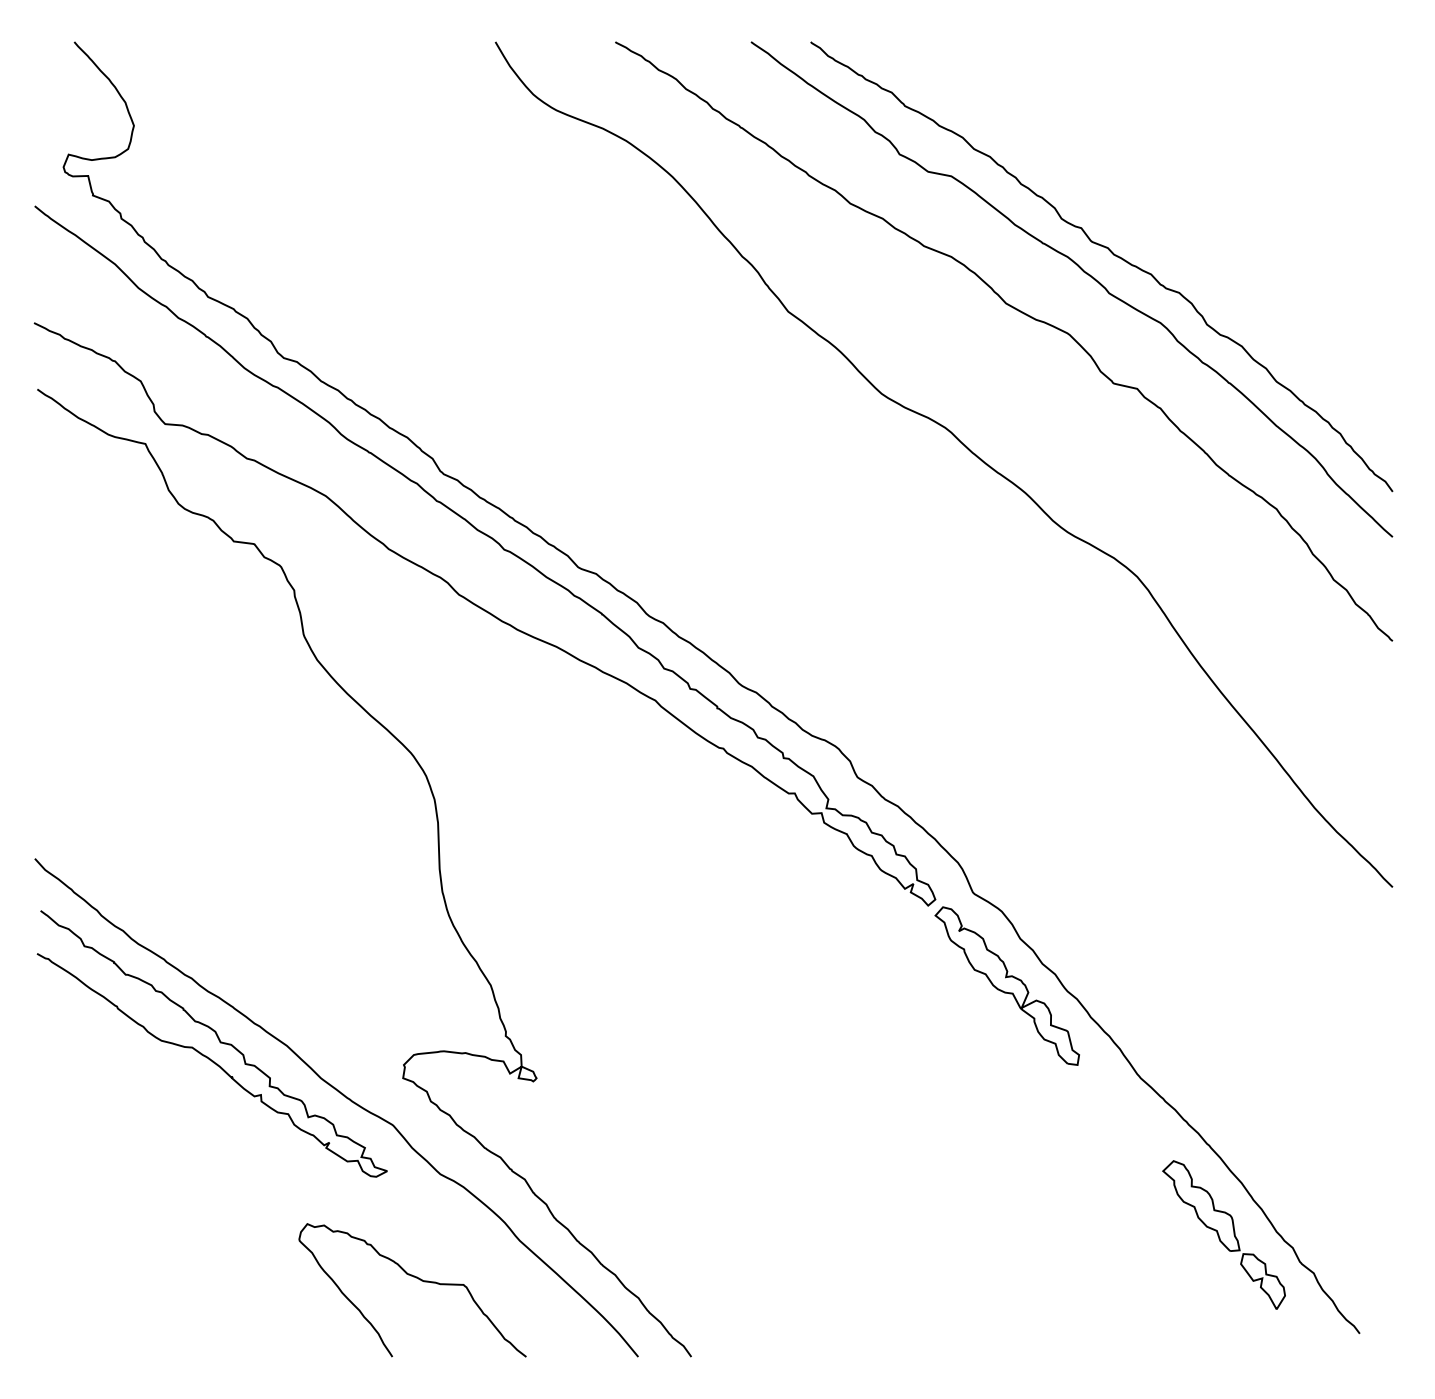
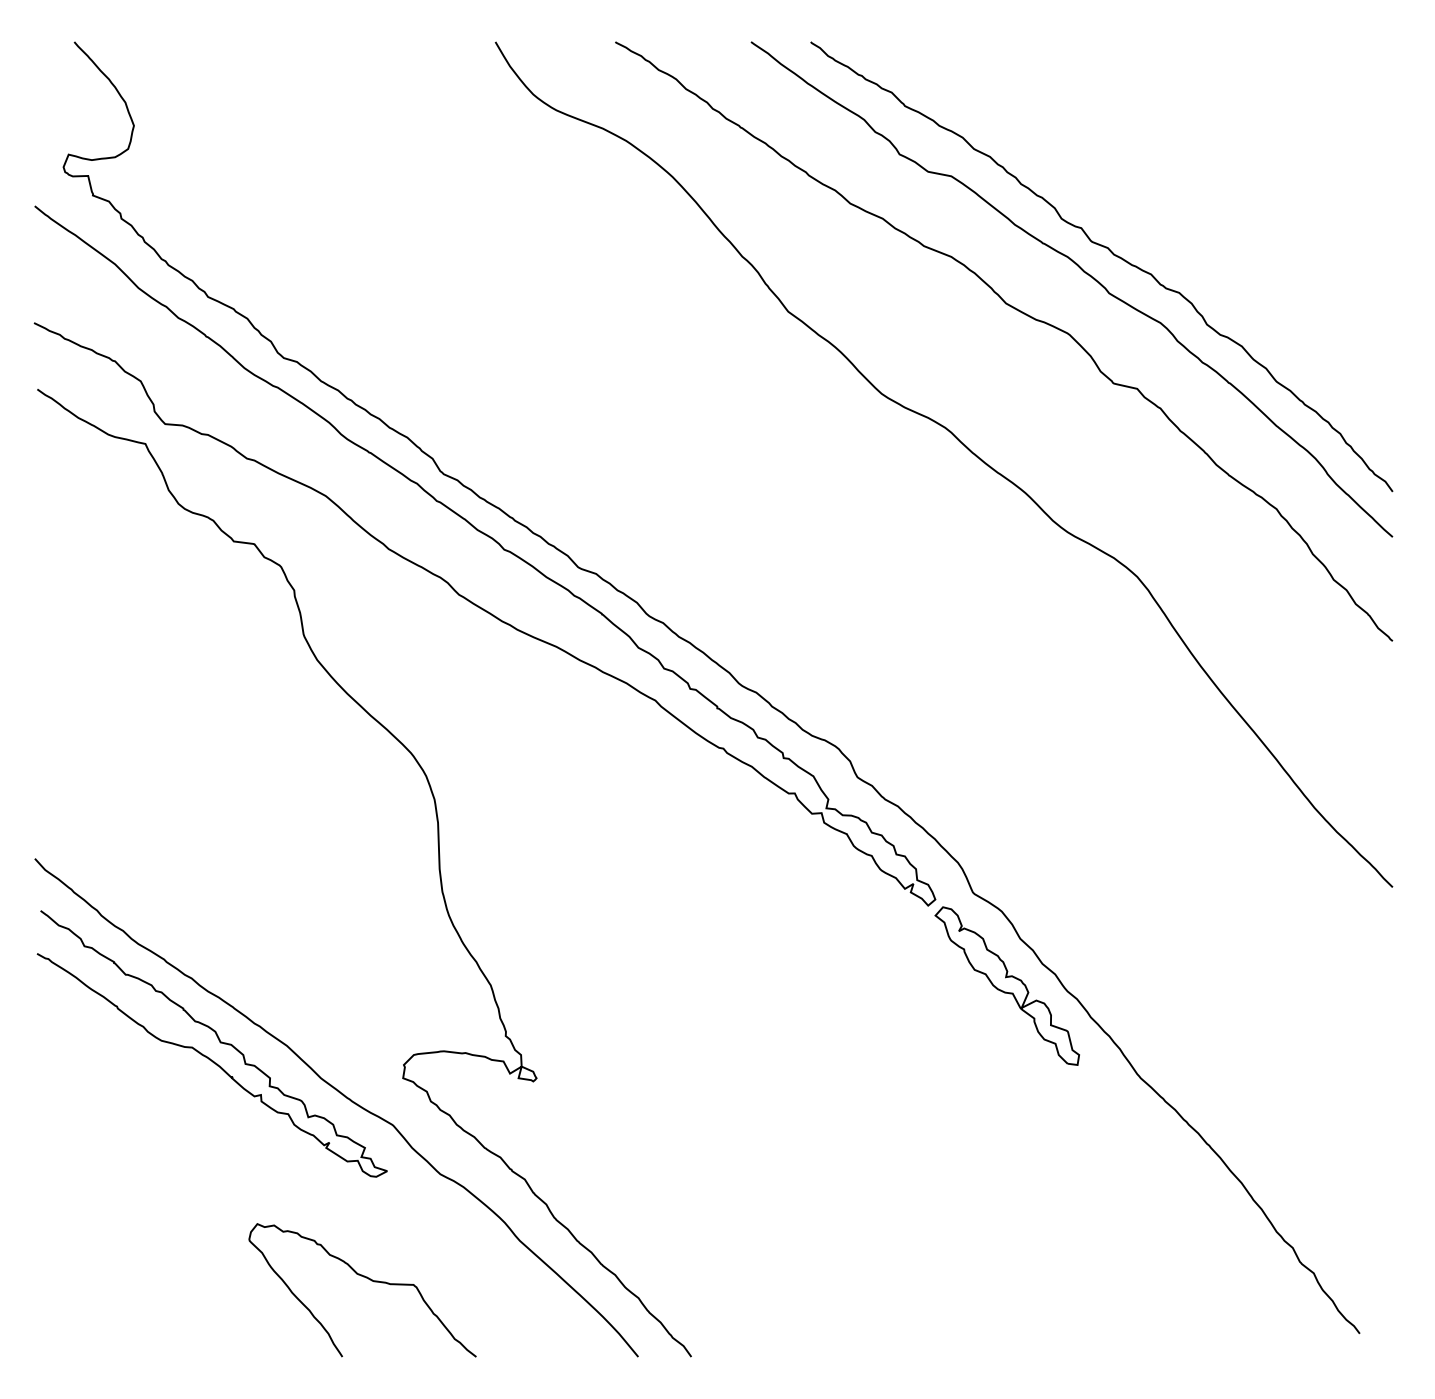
part at (1223, 1234): present -> none
curve at (418, 1279) position: (418, 1279) -> (368, 1279)
